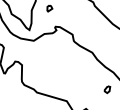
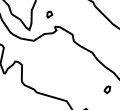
part at (49, 8) position: (49, 8) -> (49, 14)
